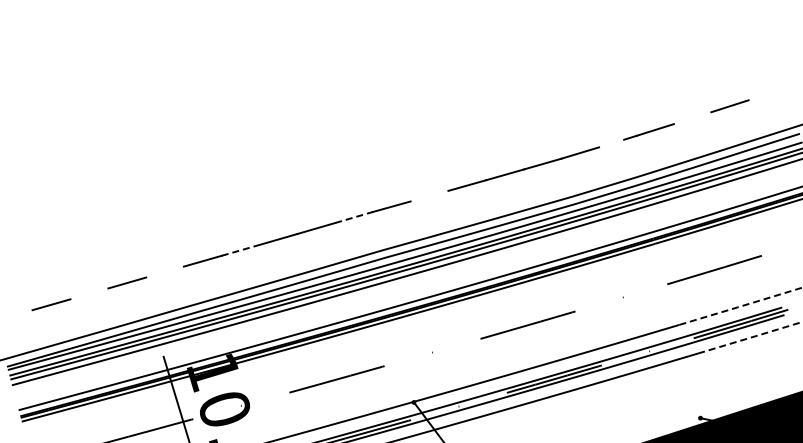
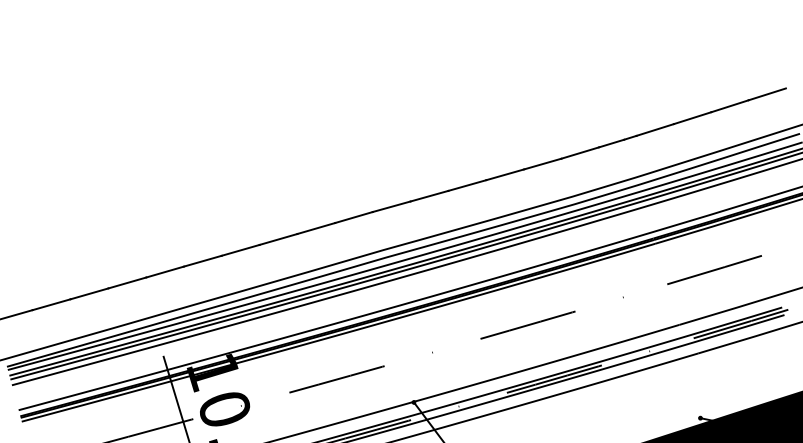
line at (766, 94): none -> present
line at (692, 118): none -> present
line at (611, 143): none -> present
line at (429, 195): none -> present
line at (353, 217): dashed -> solid
line at (240, 250): dashed -> solid
line at (164, 271): none -> present
line at (89, 293): none -> present
arc at (741, 306): dashed -> solid
line at (17, 314): none -> present
arc at (750, 337): dashed -> solid
